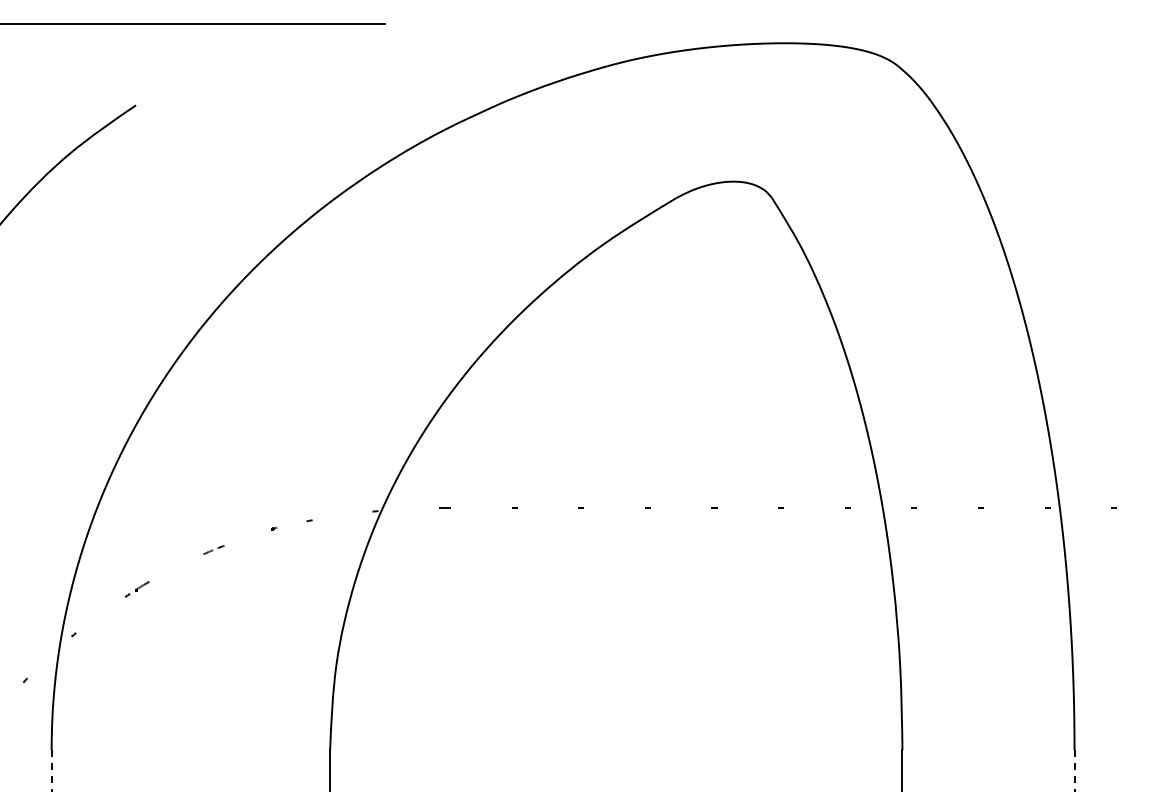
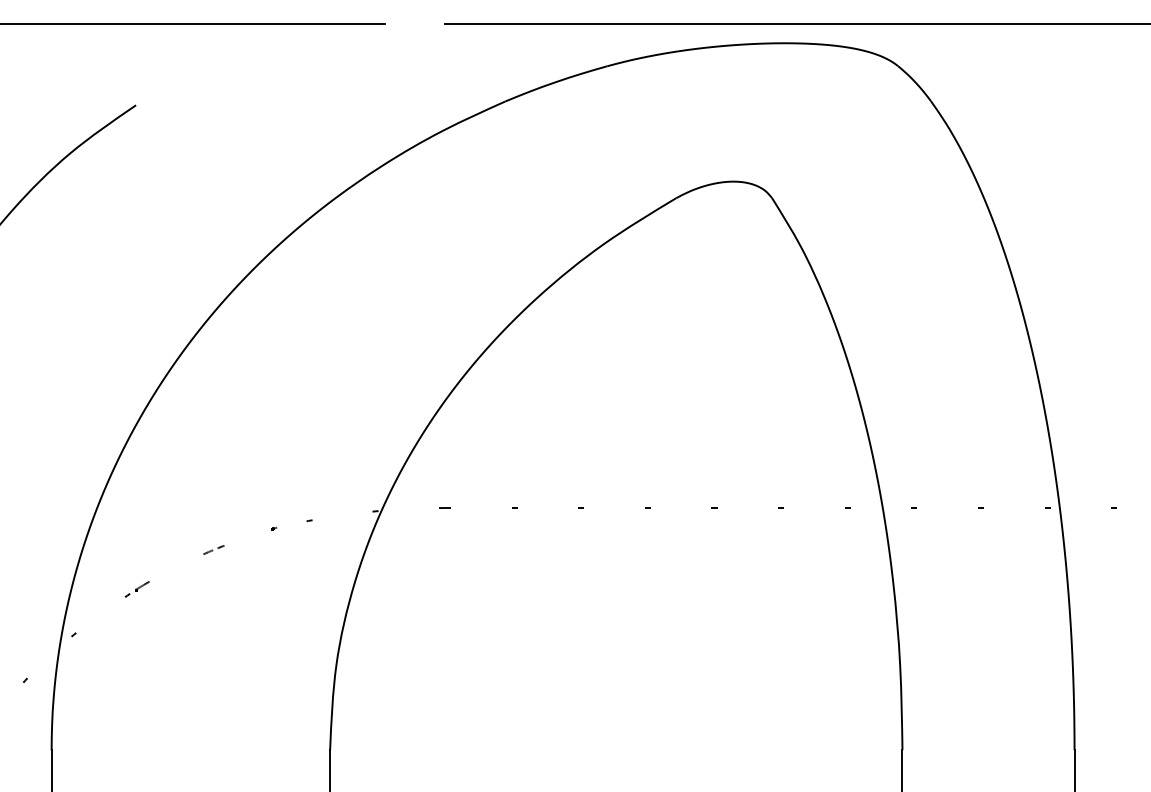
line at (796, 23): none -> present
line at (51, 771): dashed -> solid
line at (1074, 771): dashed -> solid
